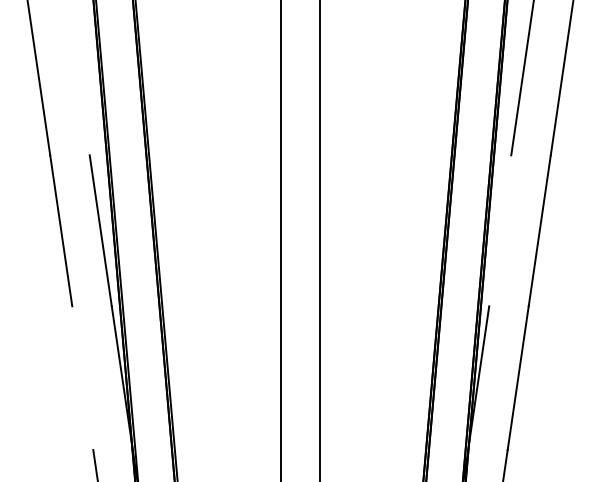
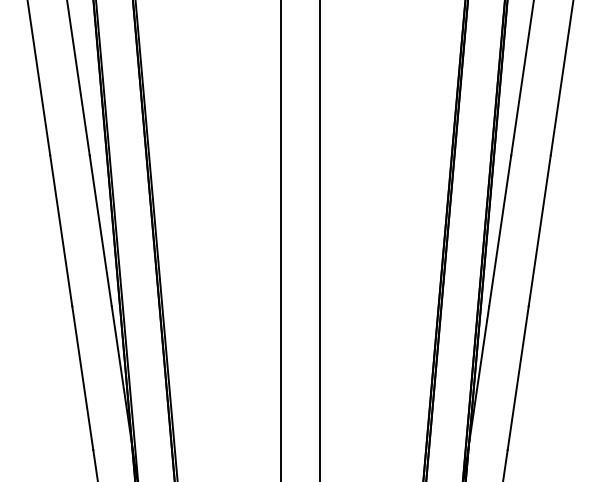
line at (78, 78): none -> present
line at (500, 230): none -> present
line at (82, 378): none -> present
